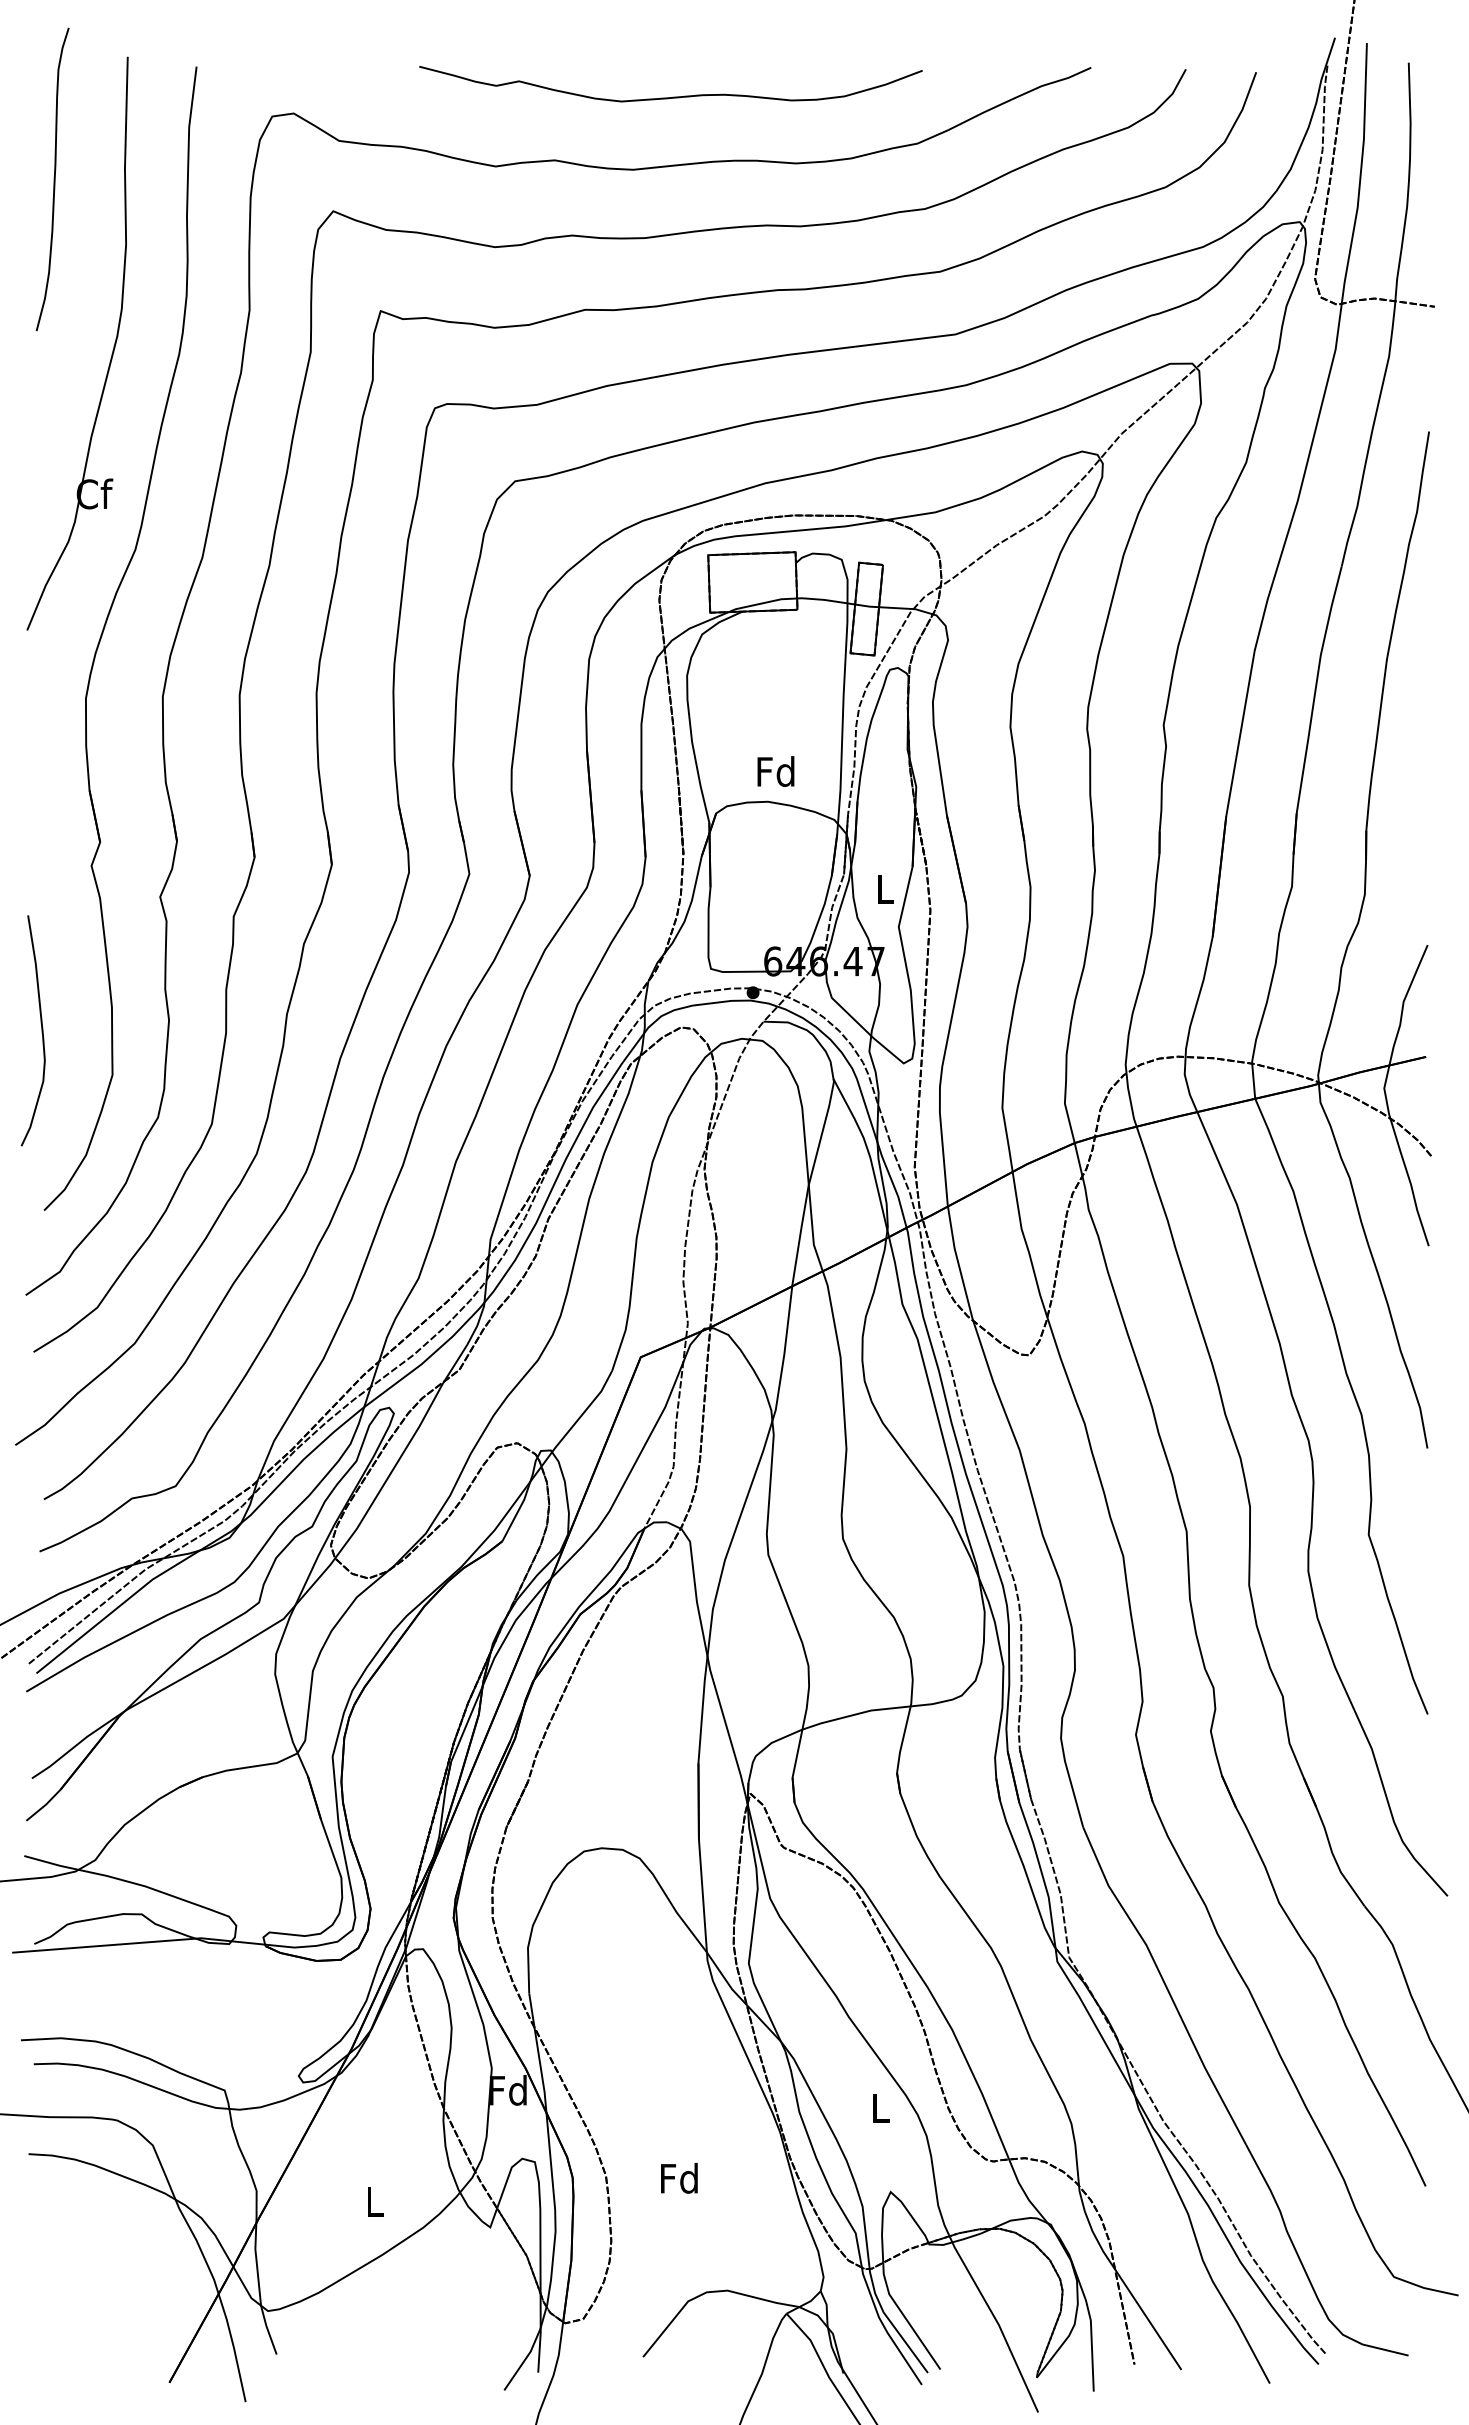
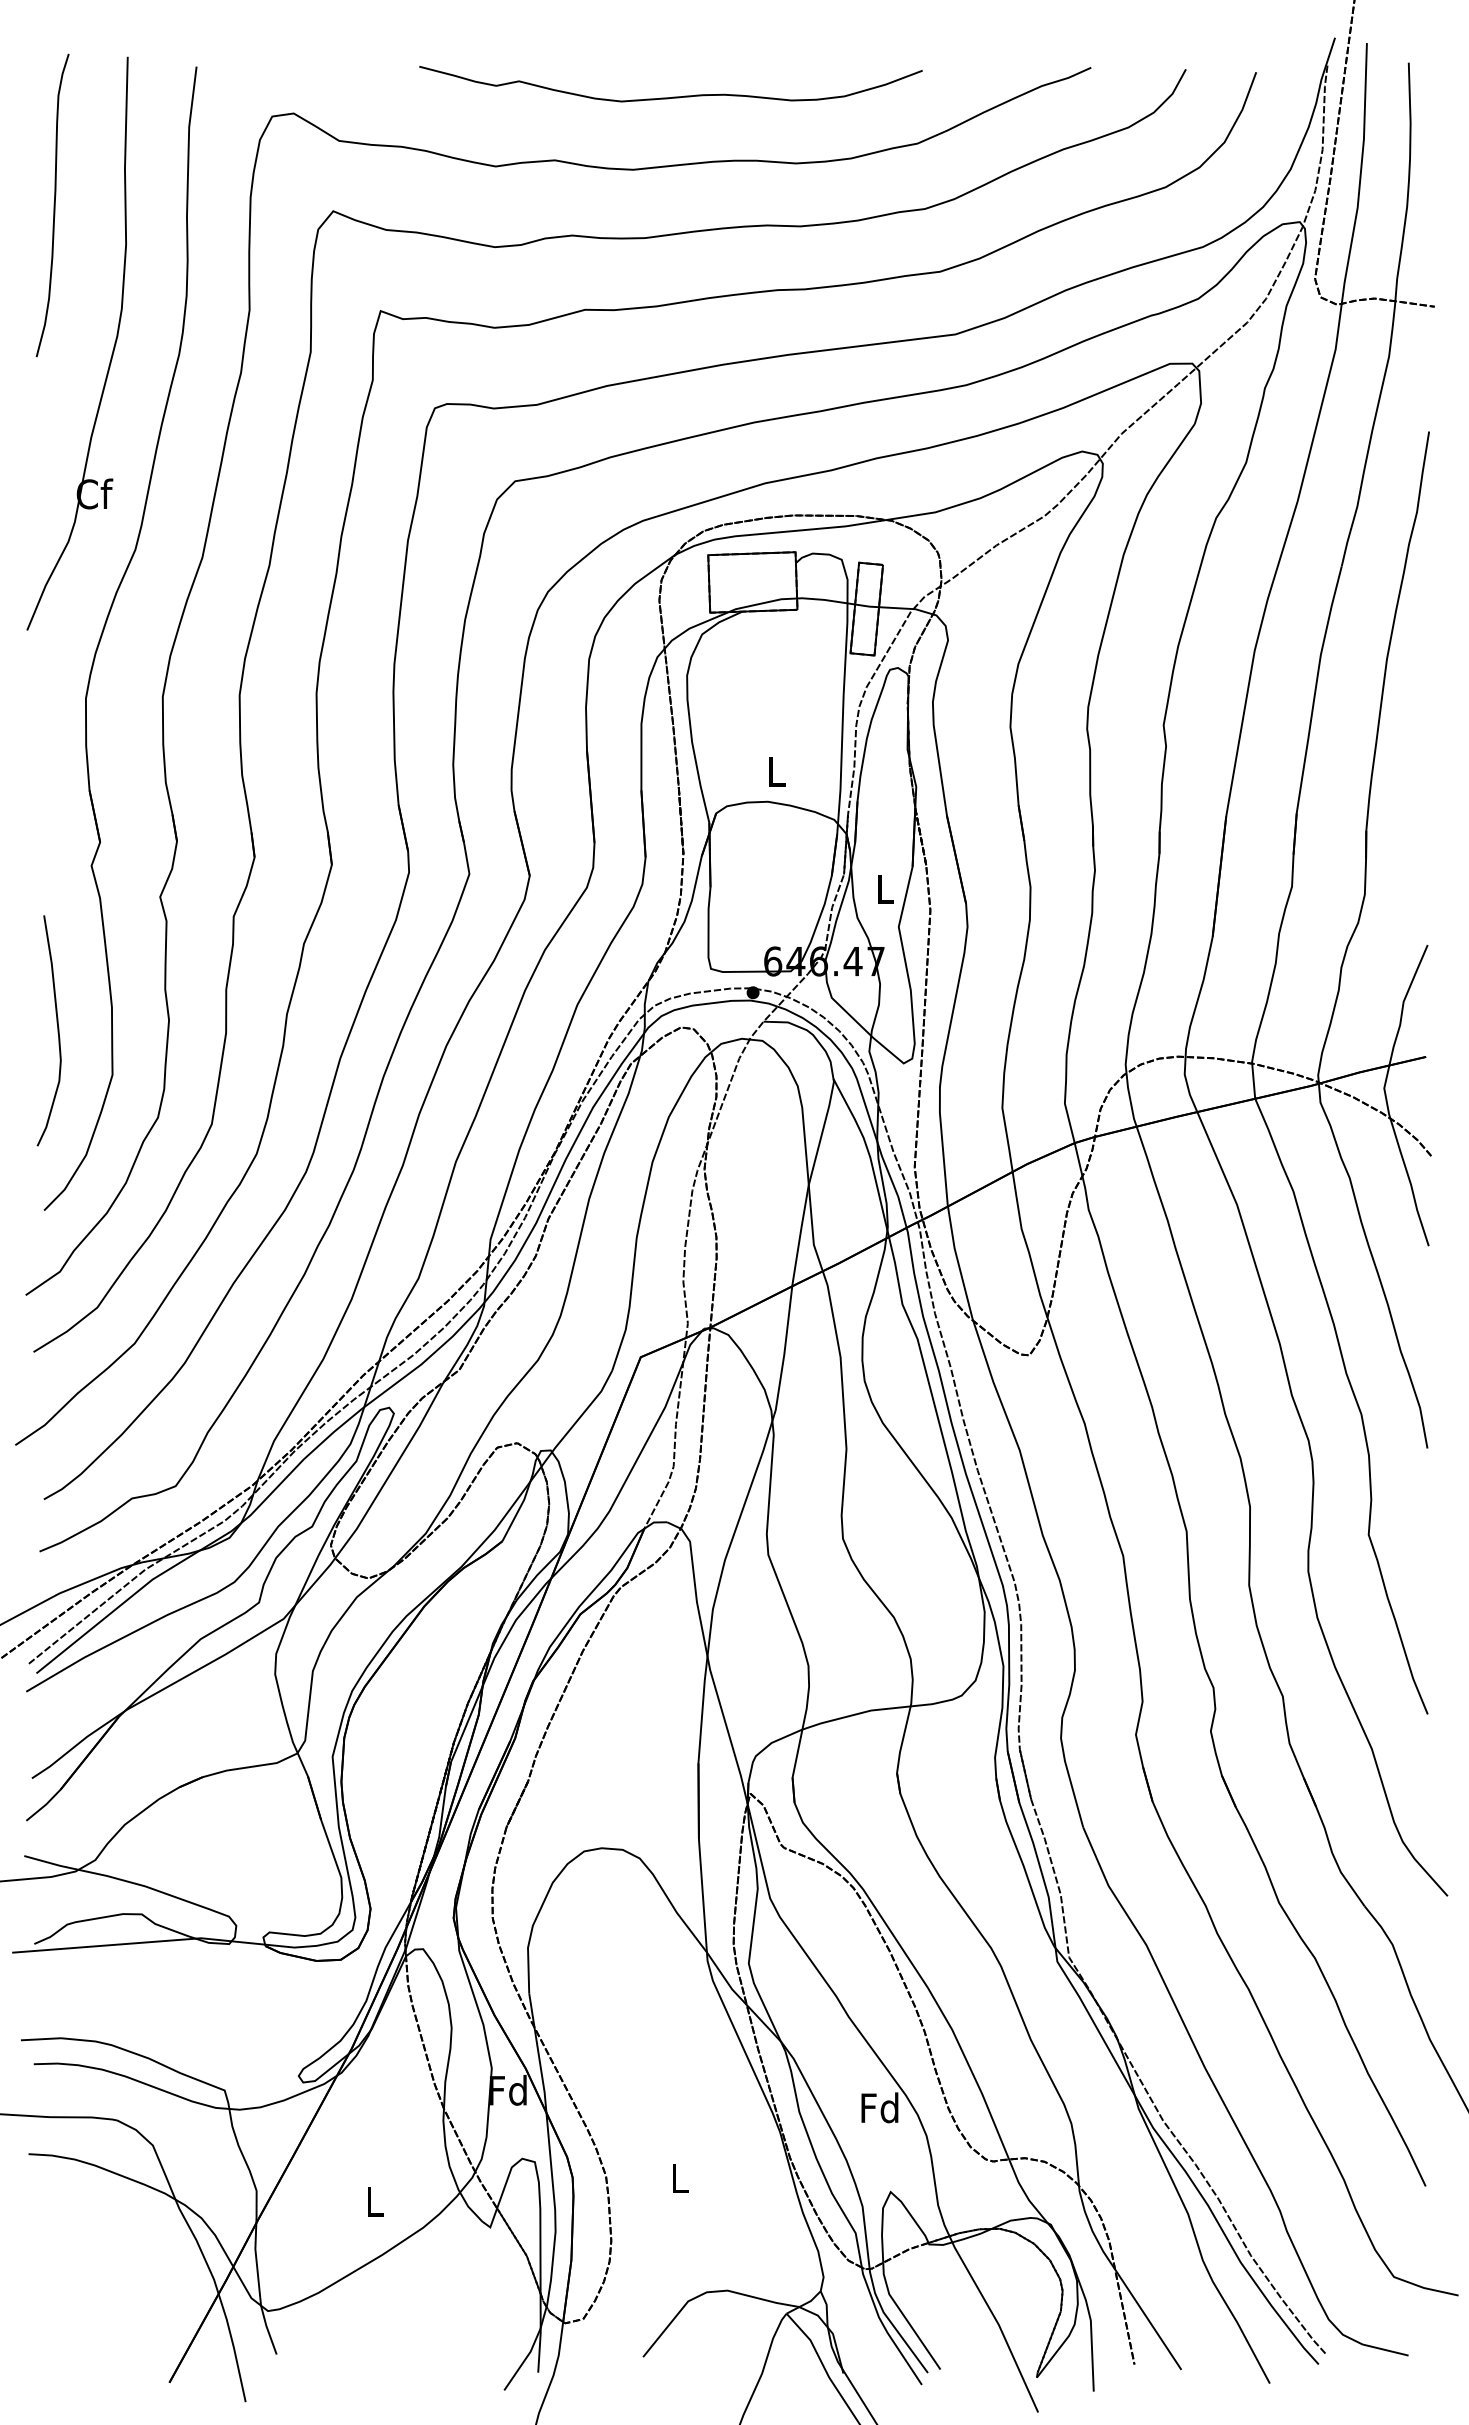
curve at (53, 179) position: (53, 179) -> (53, 205)
text at (775, 771): Fd -> L
curve at (41, 1030) position: (41, 1030) -> (57, 1030)
text at (879, 2107): L -> Fd
text at (679, 2178): Fd -> L
